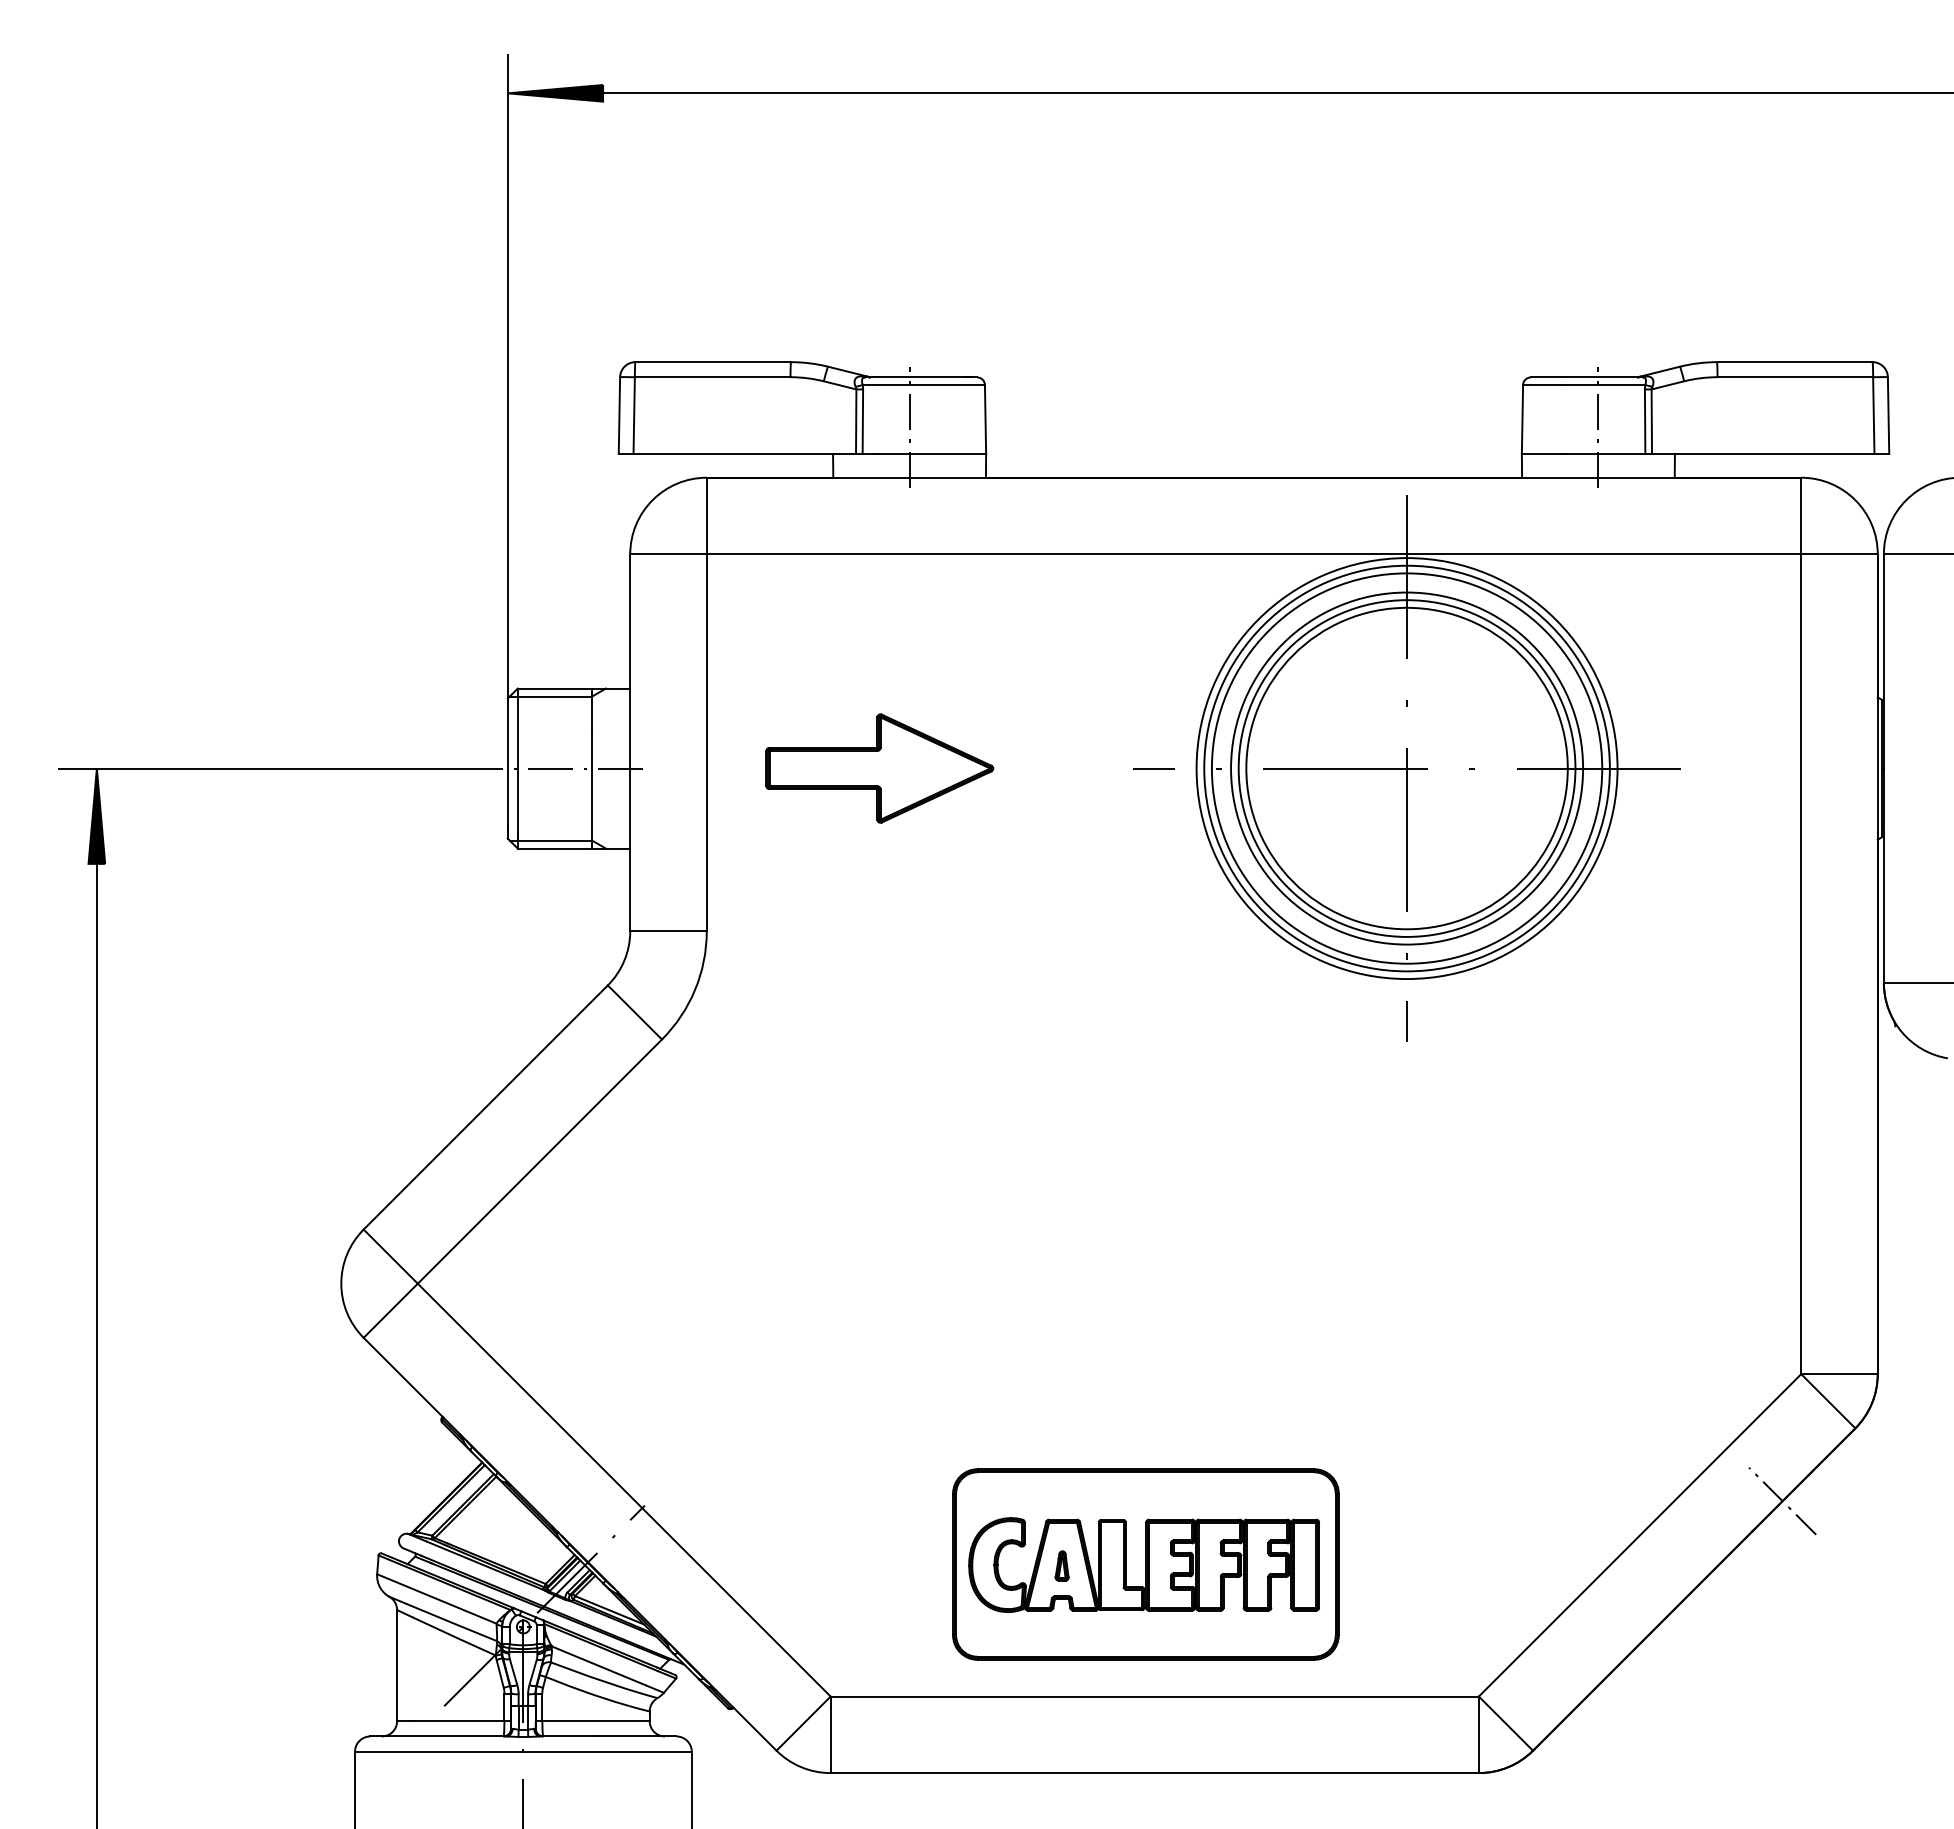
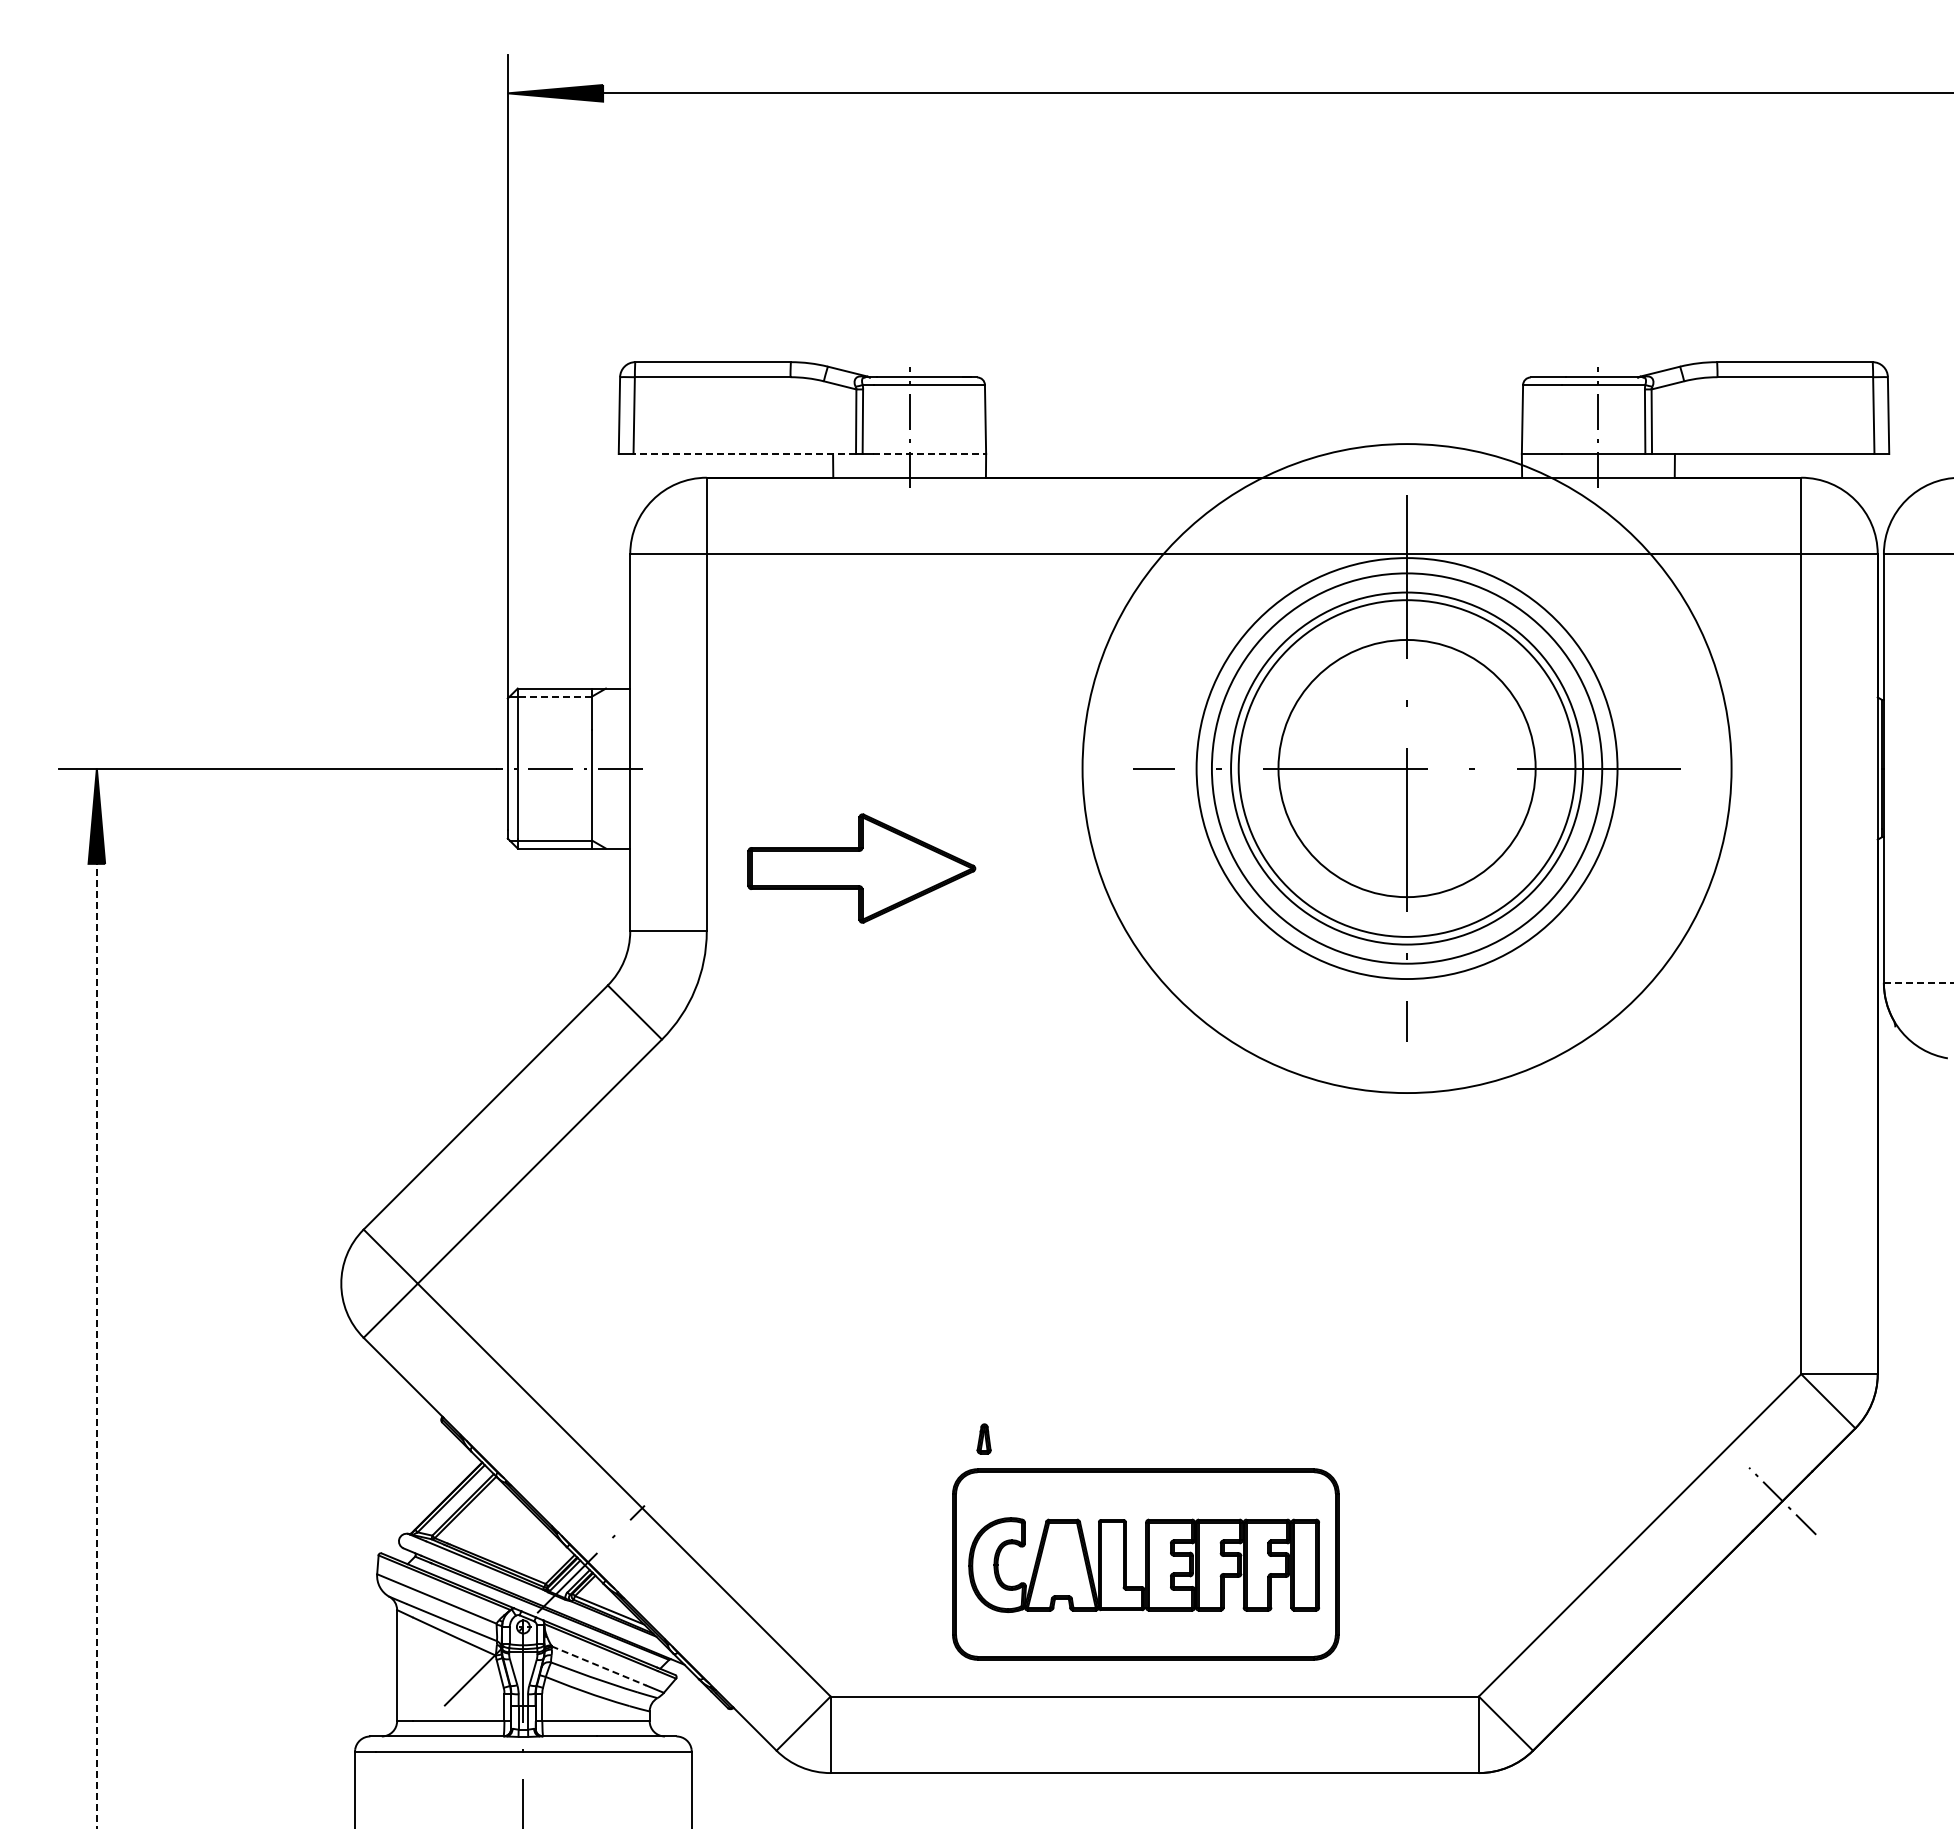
line at (744, 454): solid -> dashed
line at (929, 454): solid -> dashed
line at (554, 696): solid -> dashed
part at (879, 768) position: (879, 768) -> (861, 868)
circle at (1406, 768) diameter: 321 px -> 257 px
circle at (1406, 768) diameter: 406 px -> 649 px
line at (1918, 982): solid -> dashed
line at (96, 1345): solid -> dashed
part at (1061, 1565) position: (1061, 1565) -> (983, 1438)
line at (599, 1666): solid -> dashed
